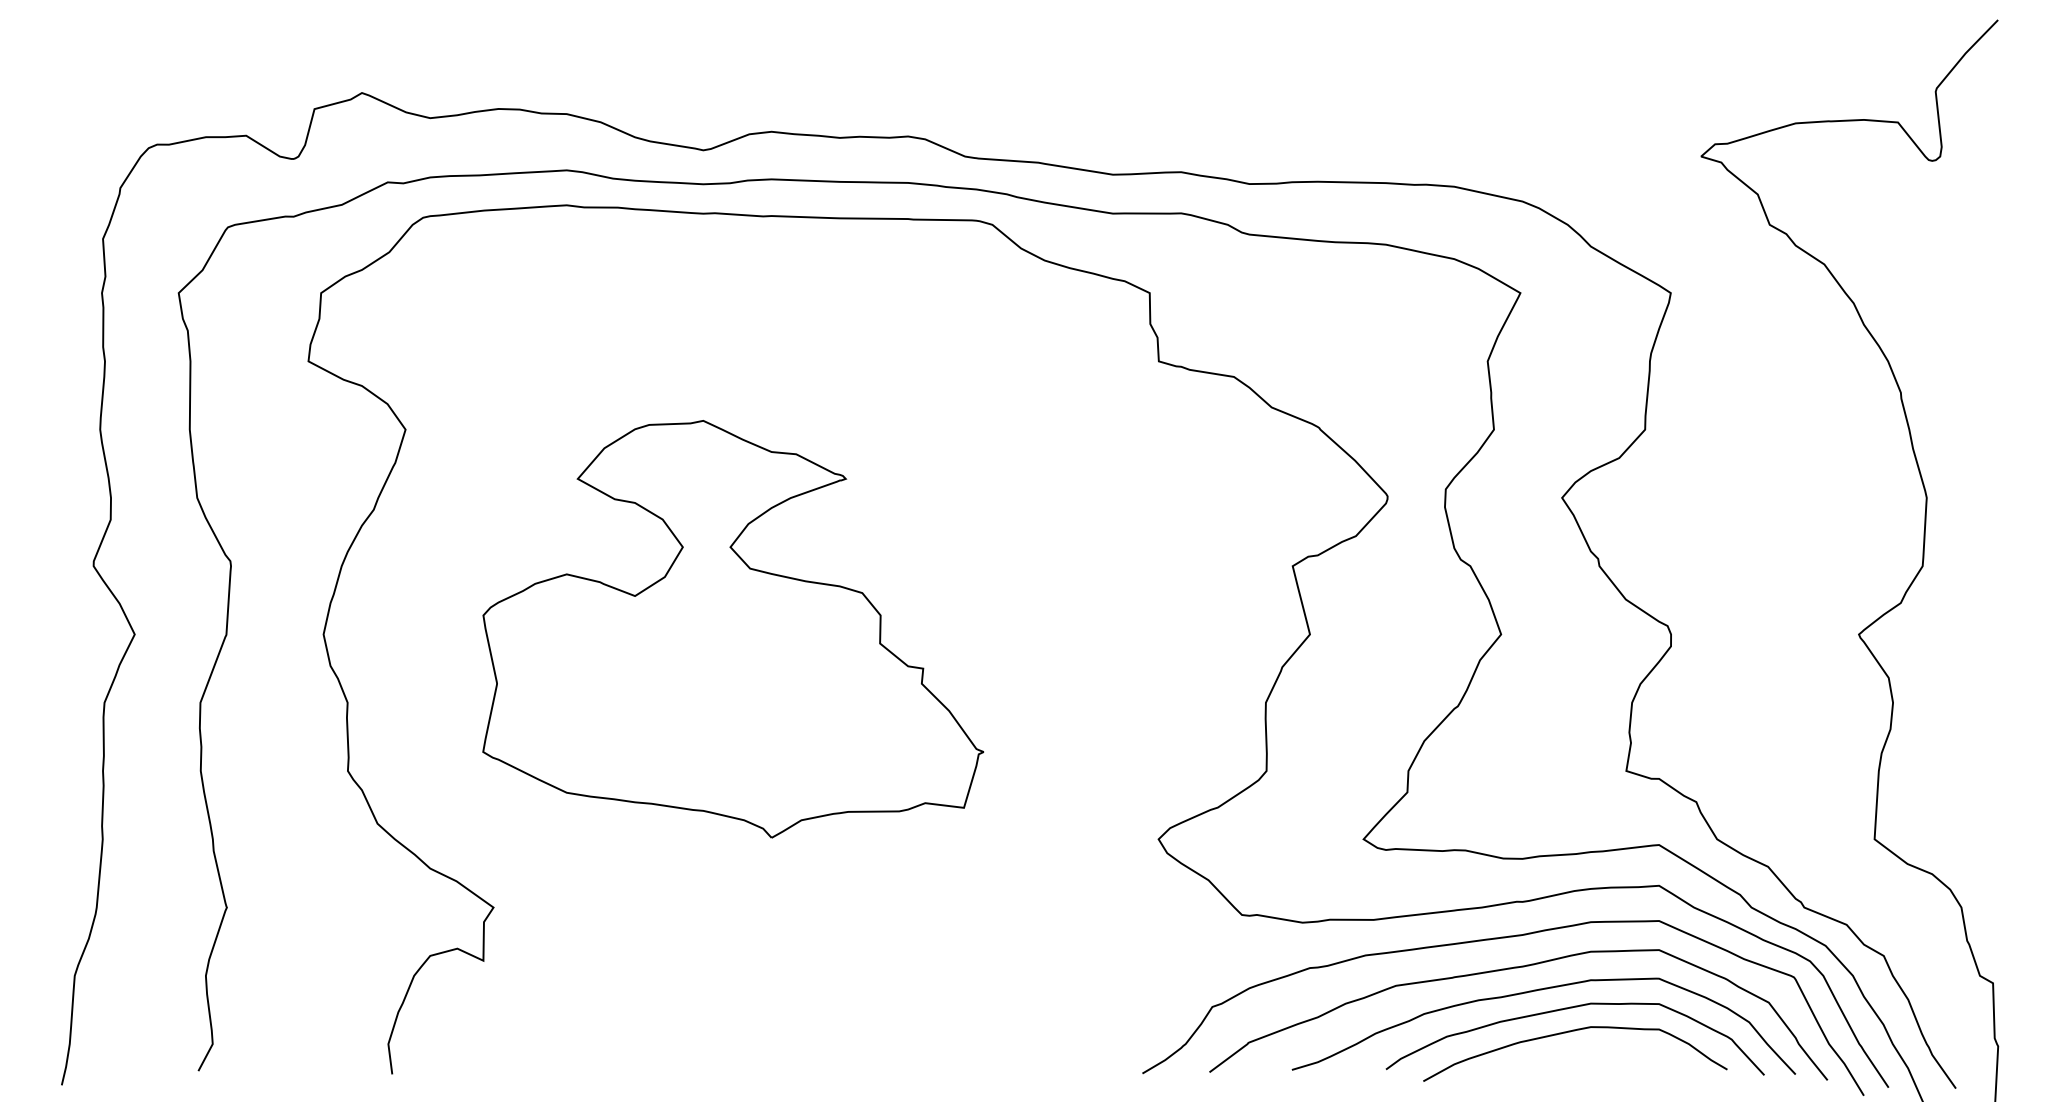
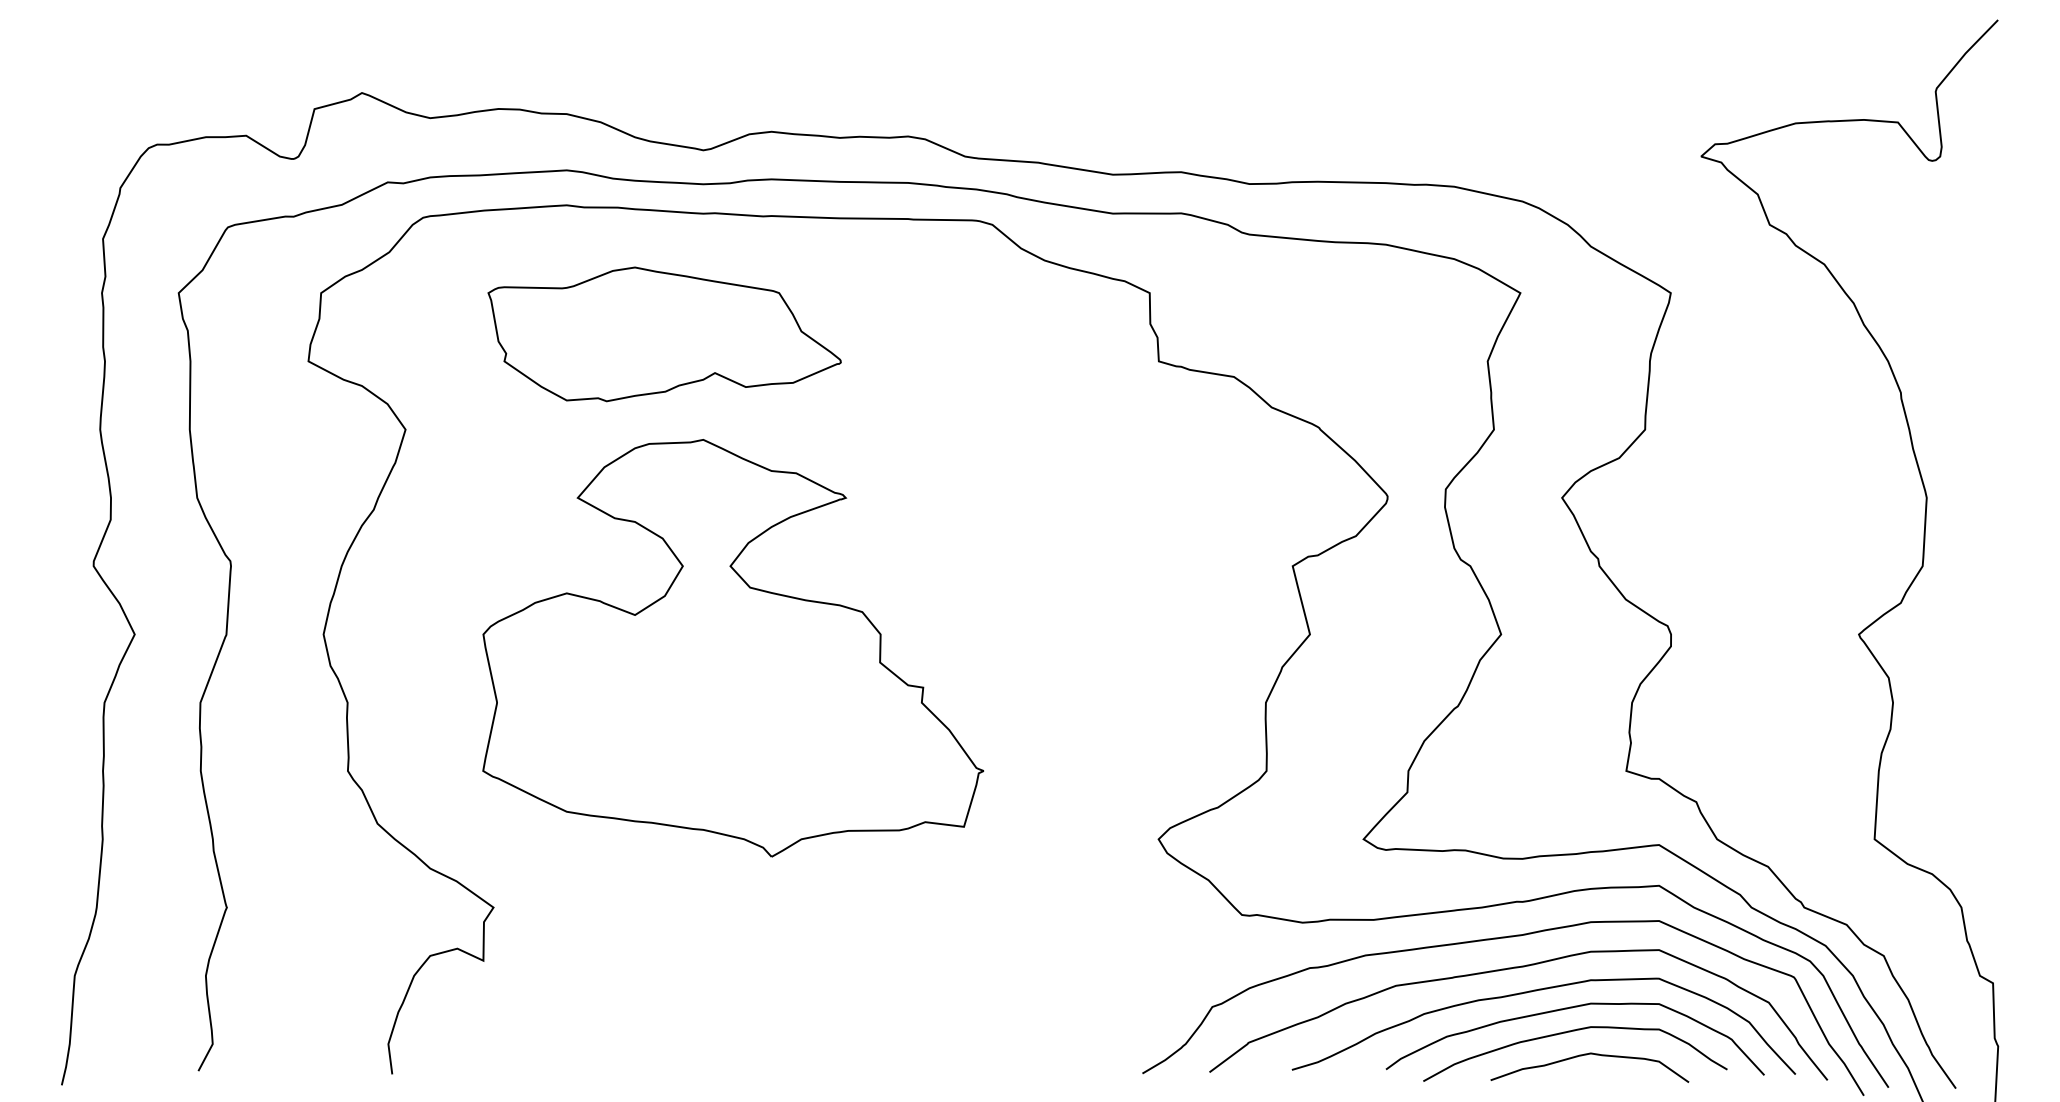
part at (664, 334): none -> present
part at (733, 629) position: (733, 629) -> (733, 648)
curve at (1586, 1055): none -> present
